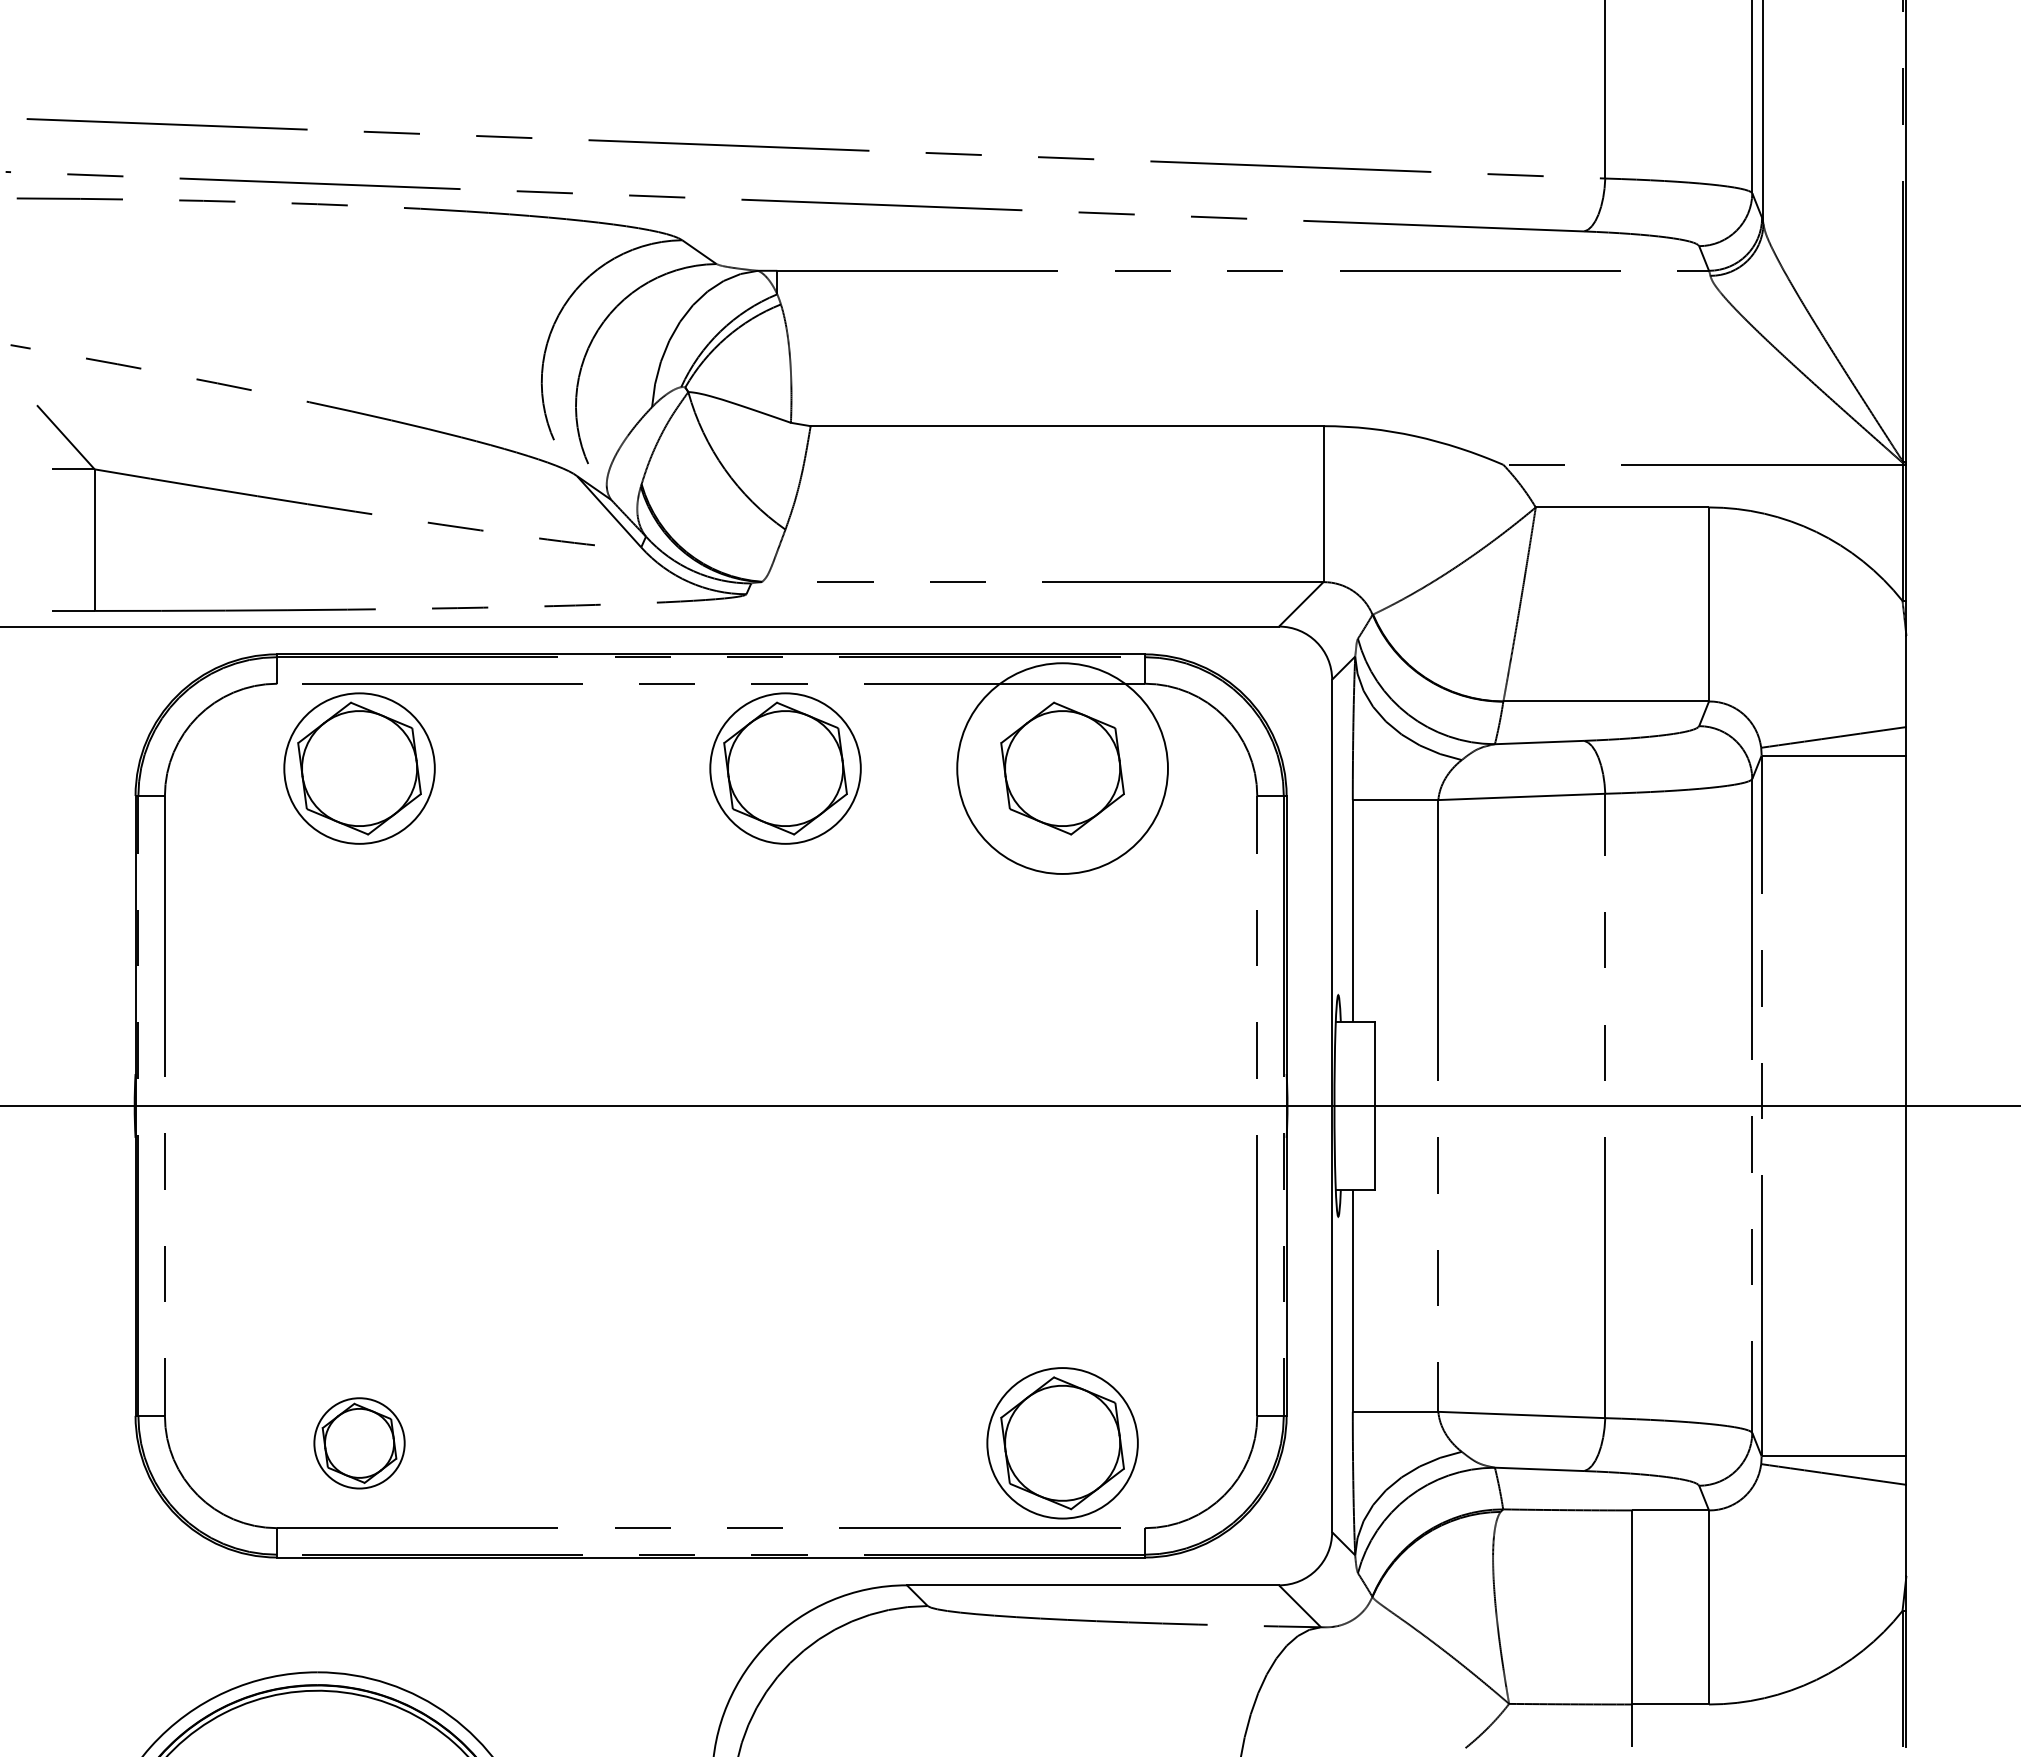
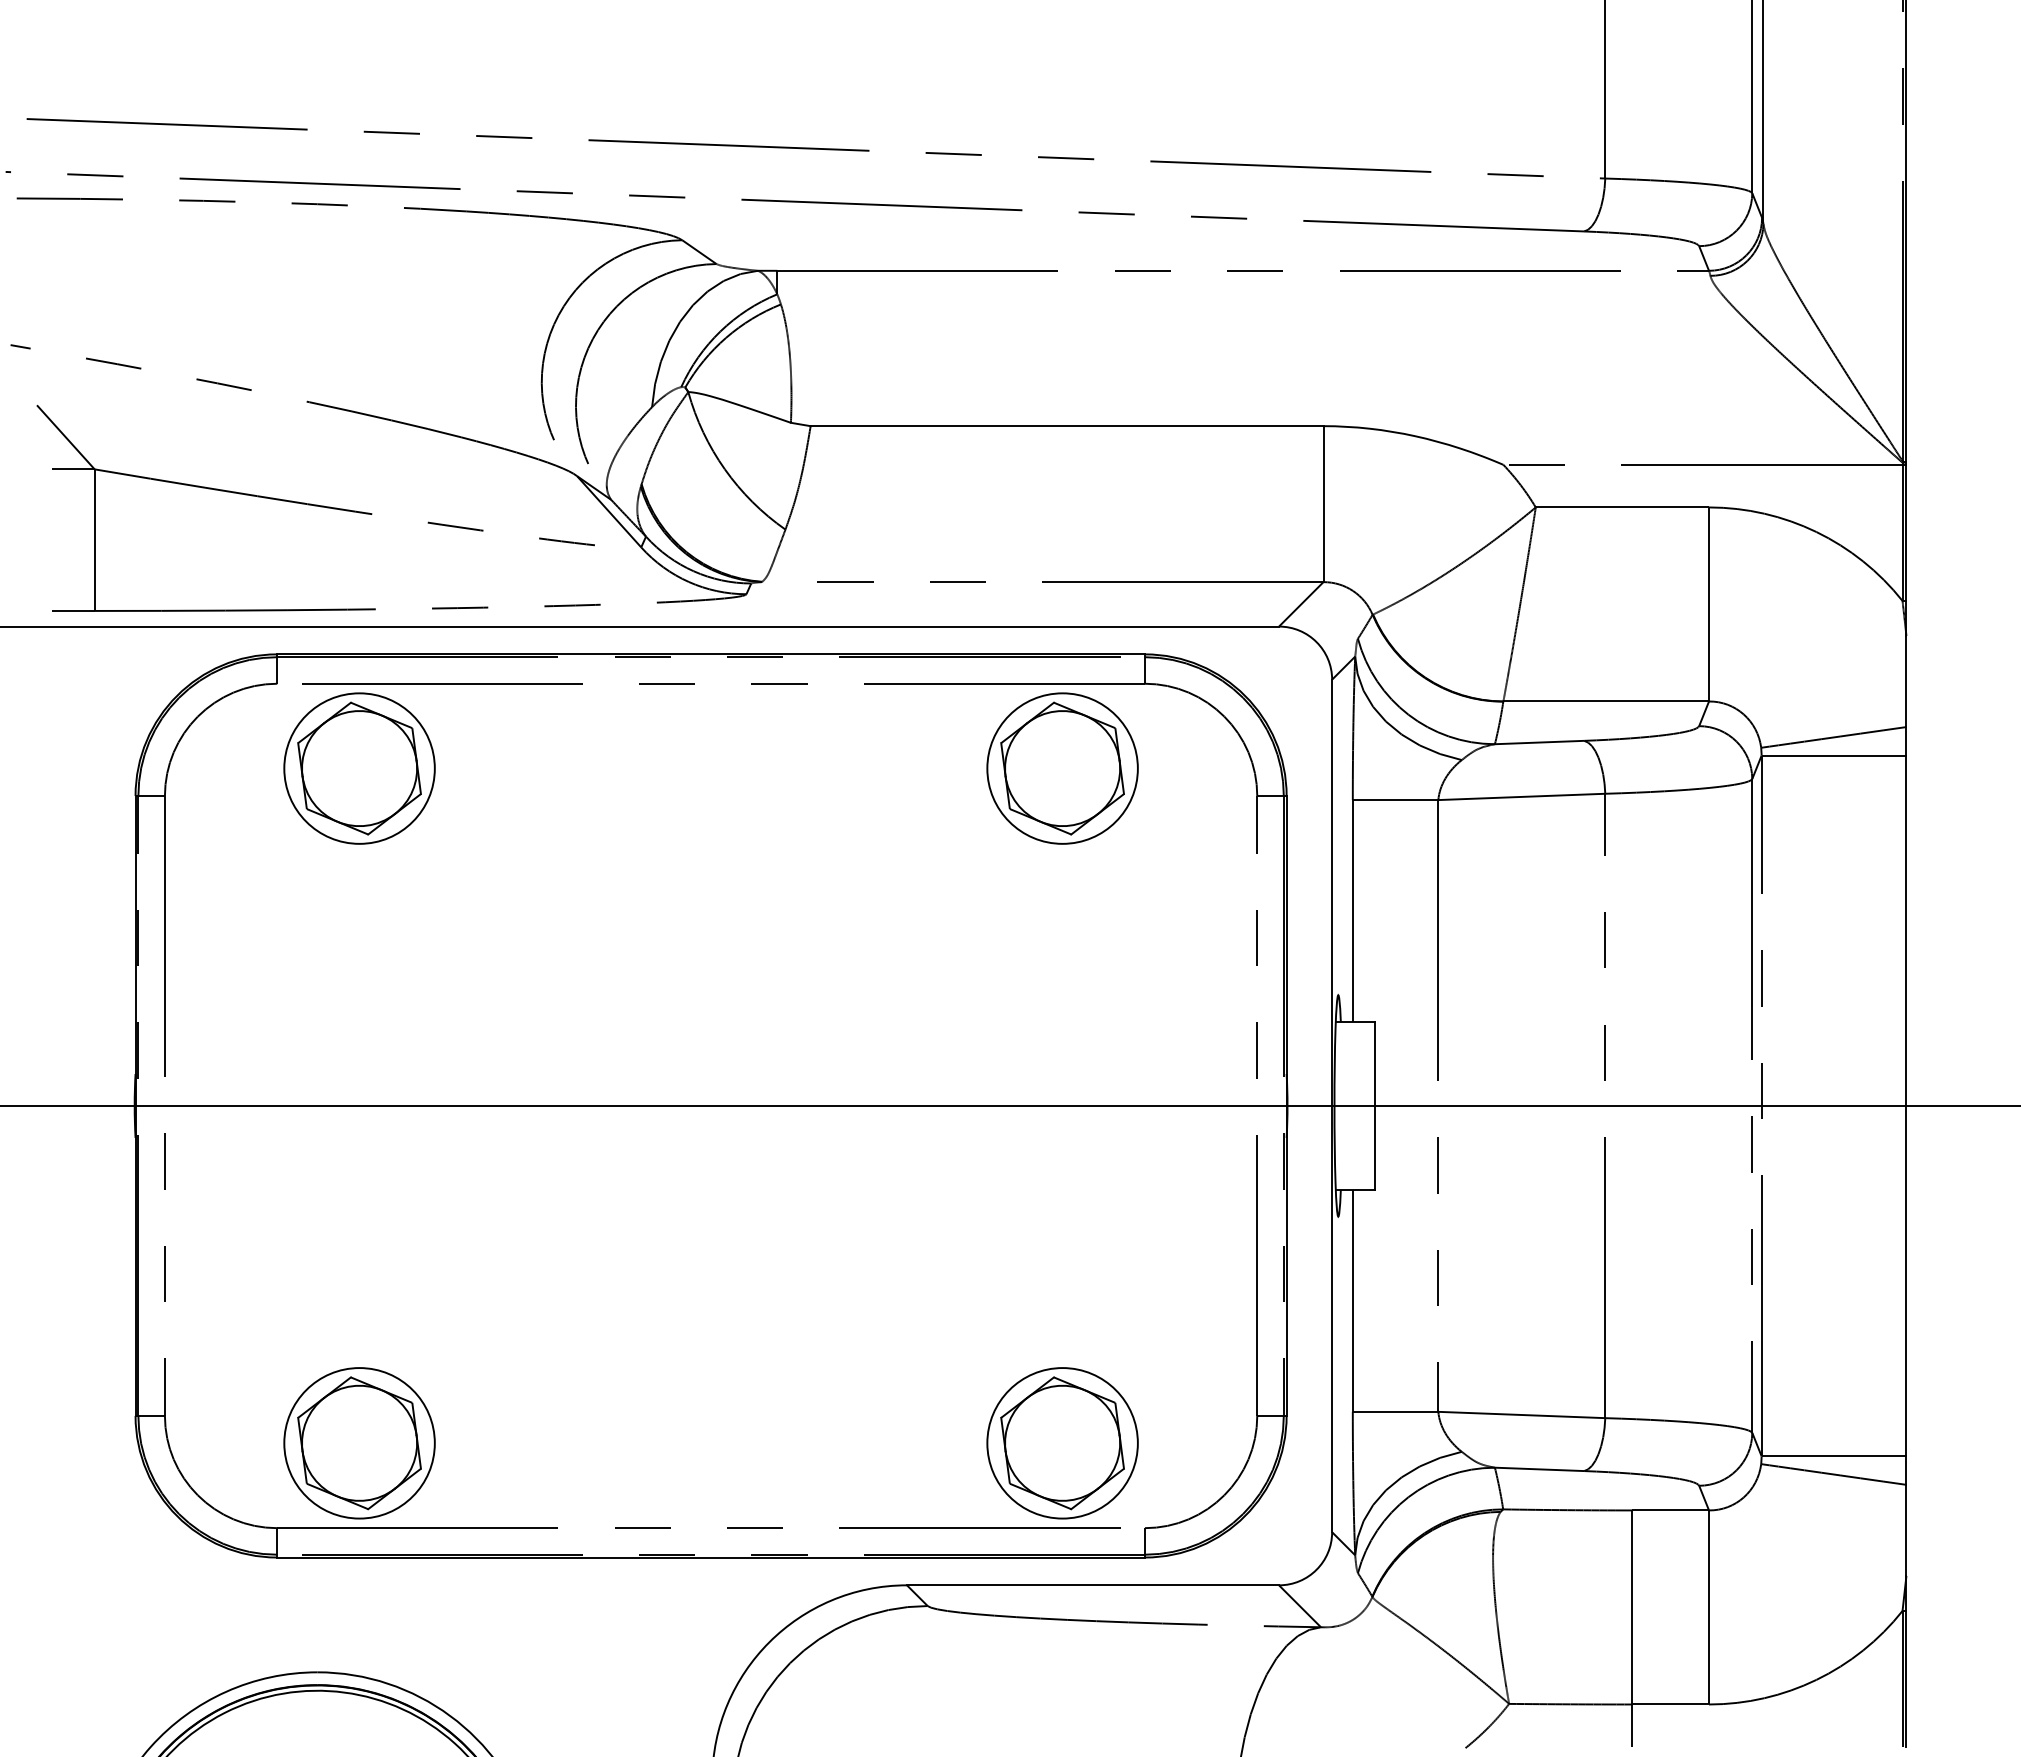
part at (785, 768): present -> none
circle at (1062, 768) diameter: 211 px -> 151 px
part at (359, 1443) size: 93x93 px -> 153x153 px
